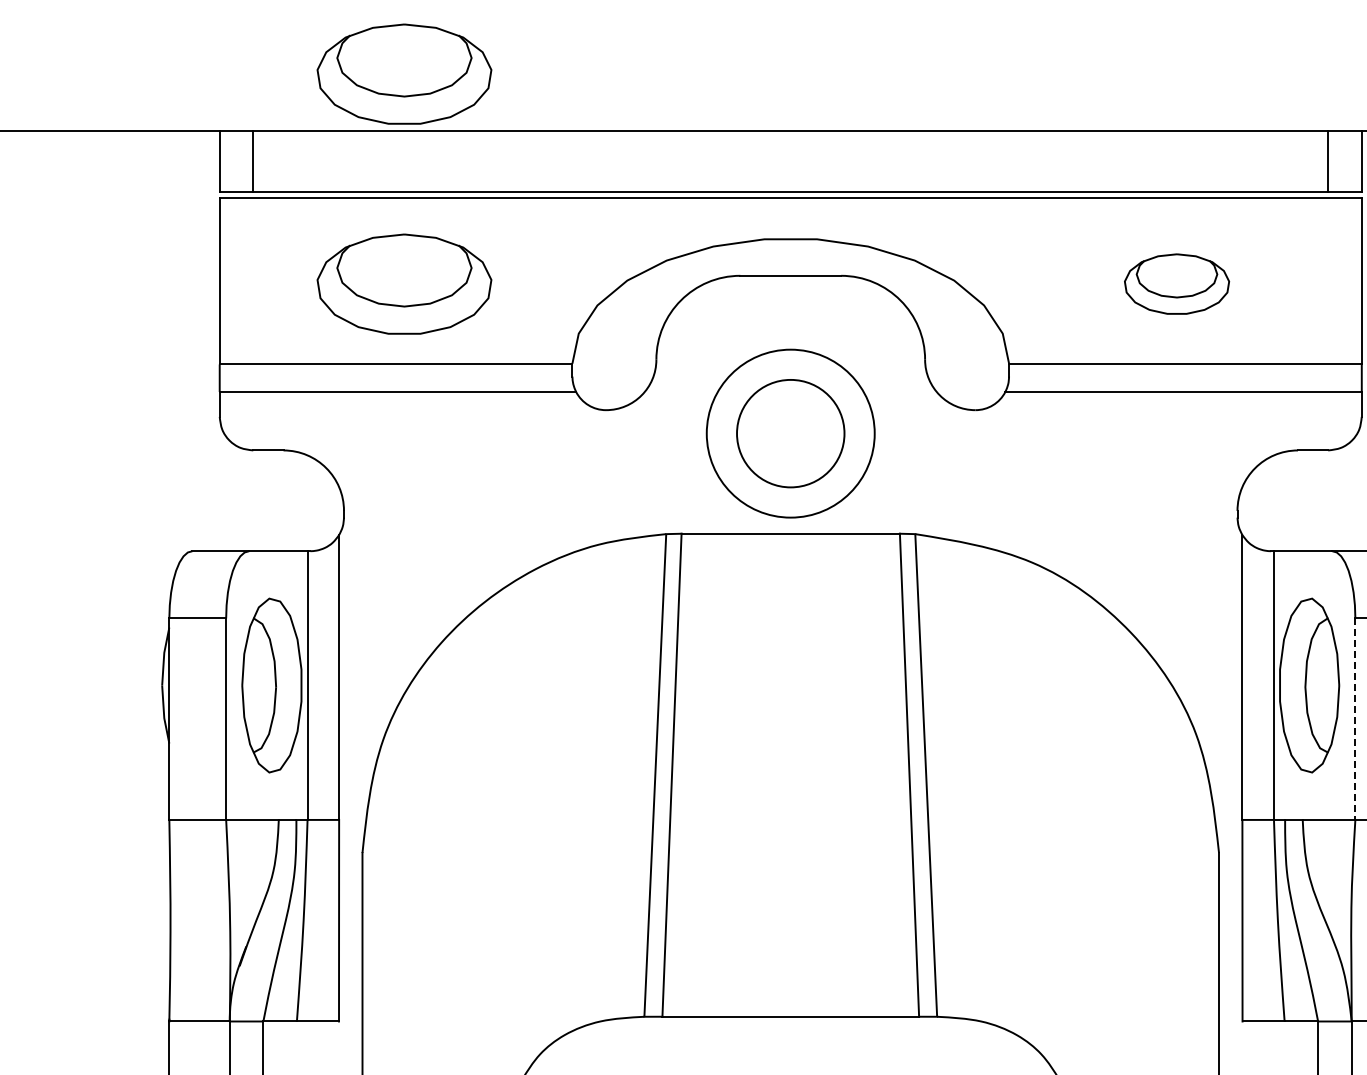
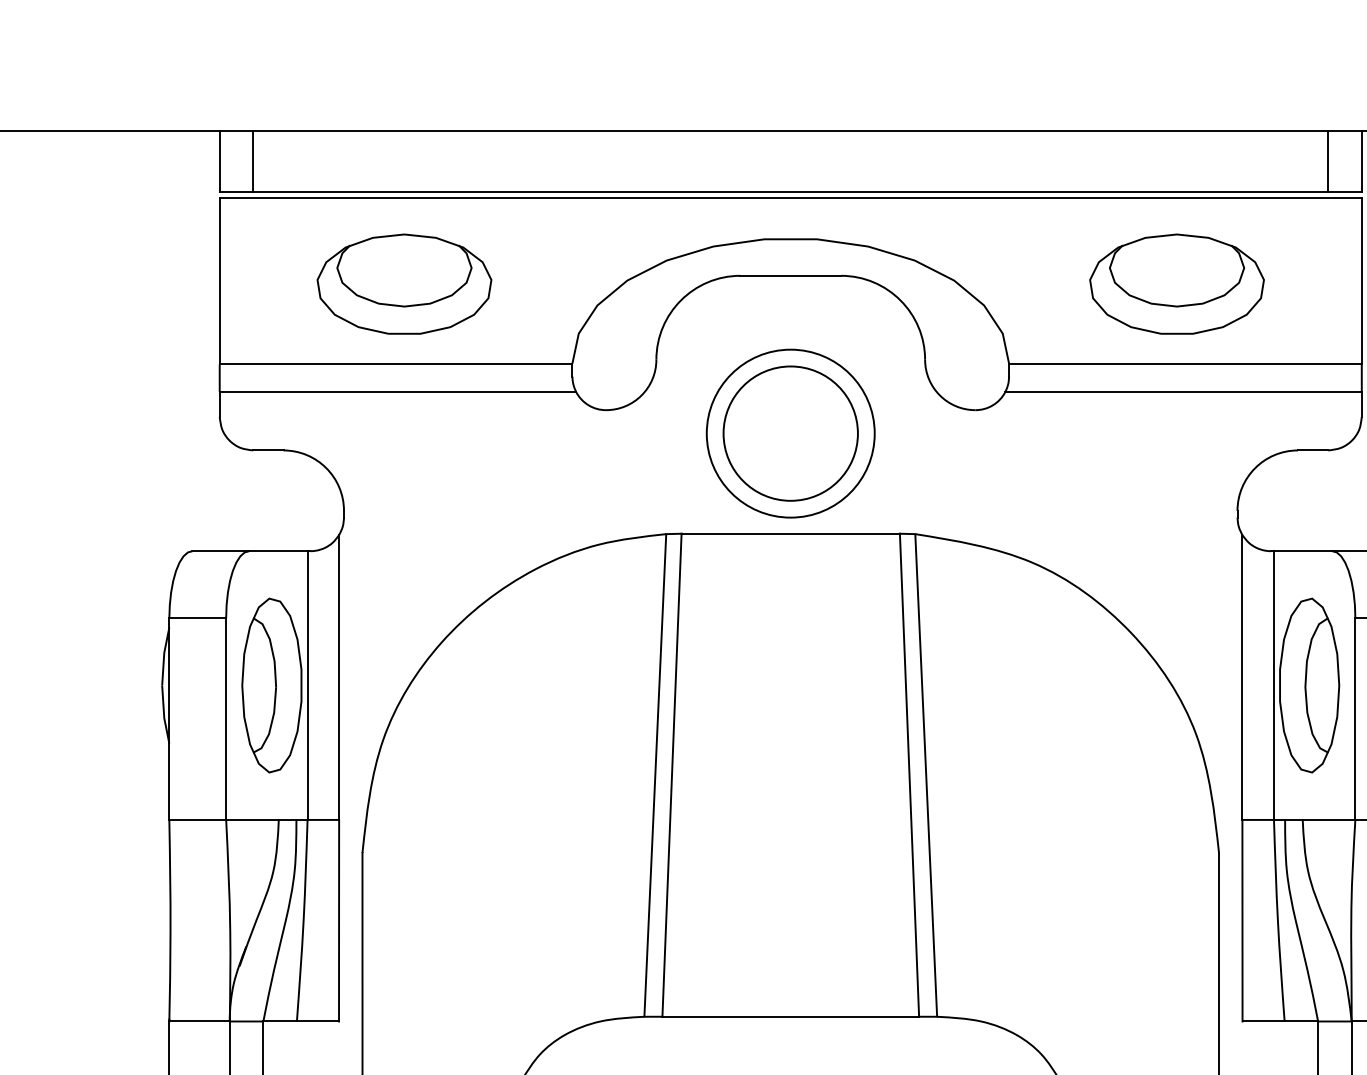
part at (404, 73): present -> none
part at (1177, 283) size: 107x62 px -> 176x102 px
circle at (790, 433) diameter: 107 px -> 134 px
line at (1355, 719): dashed -> solid
